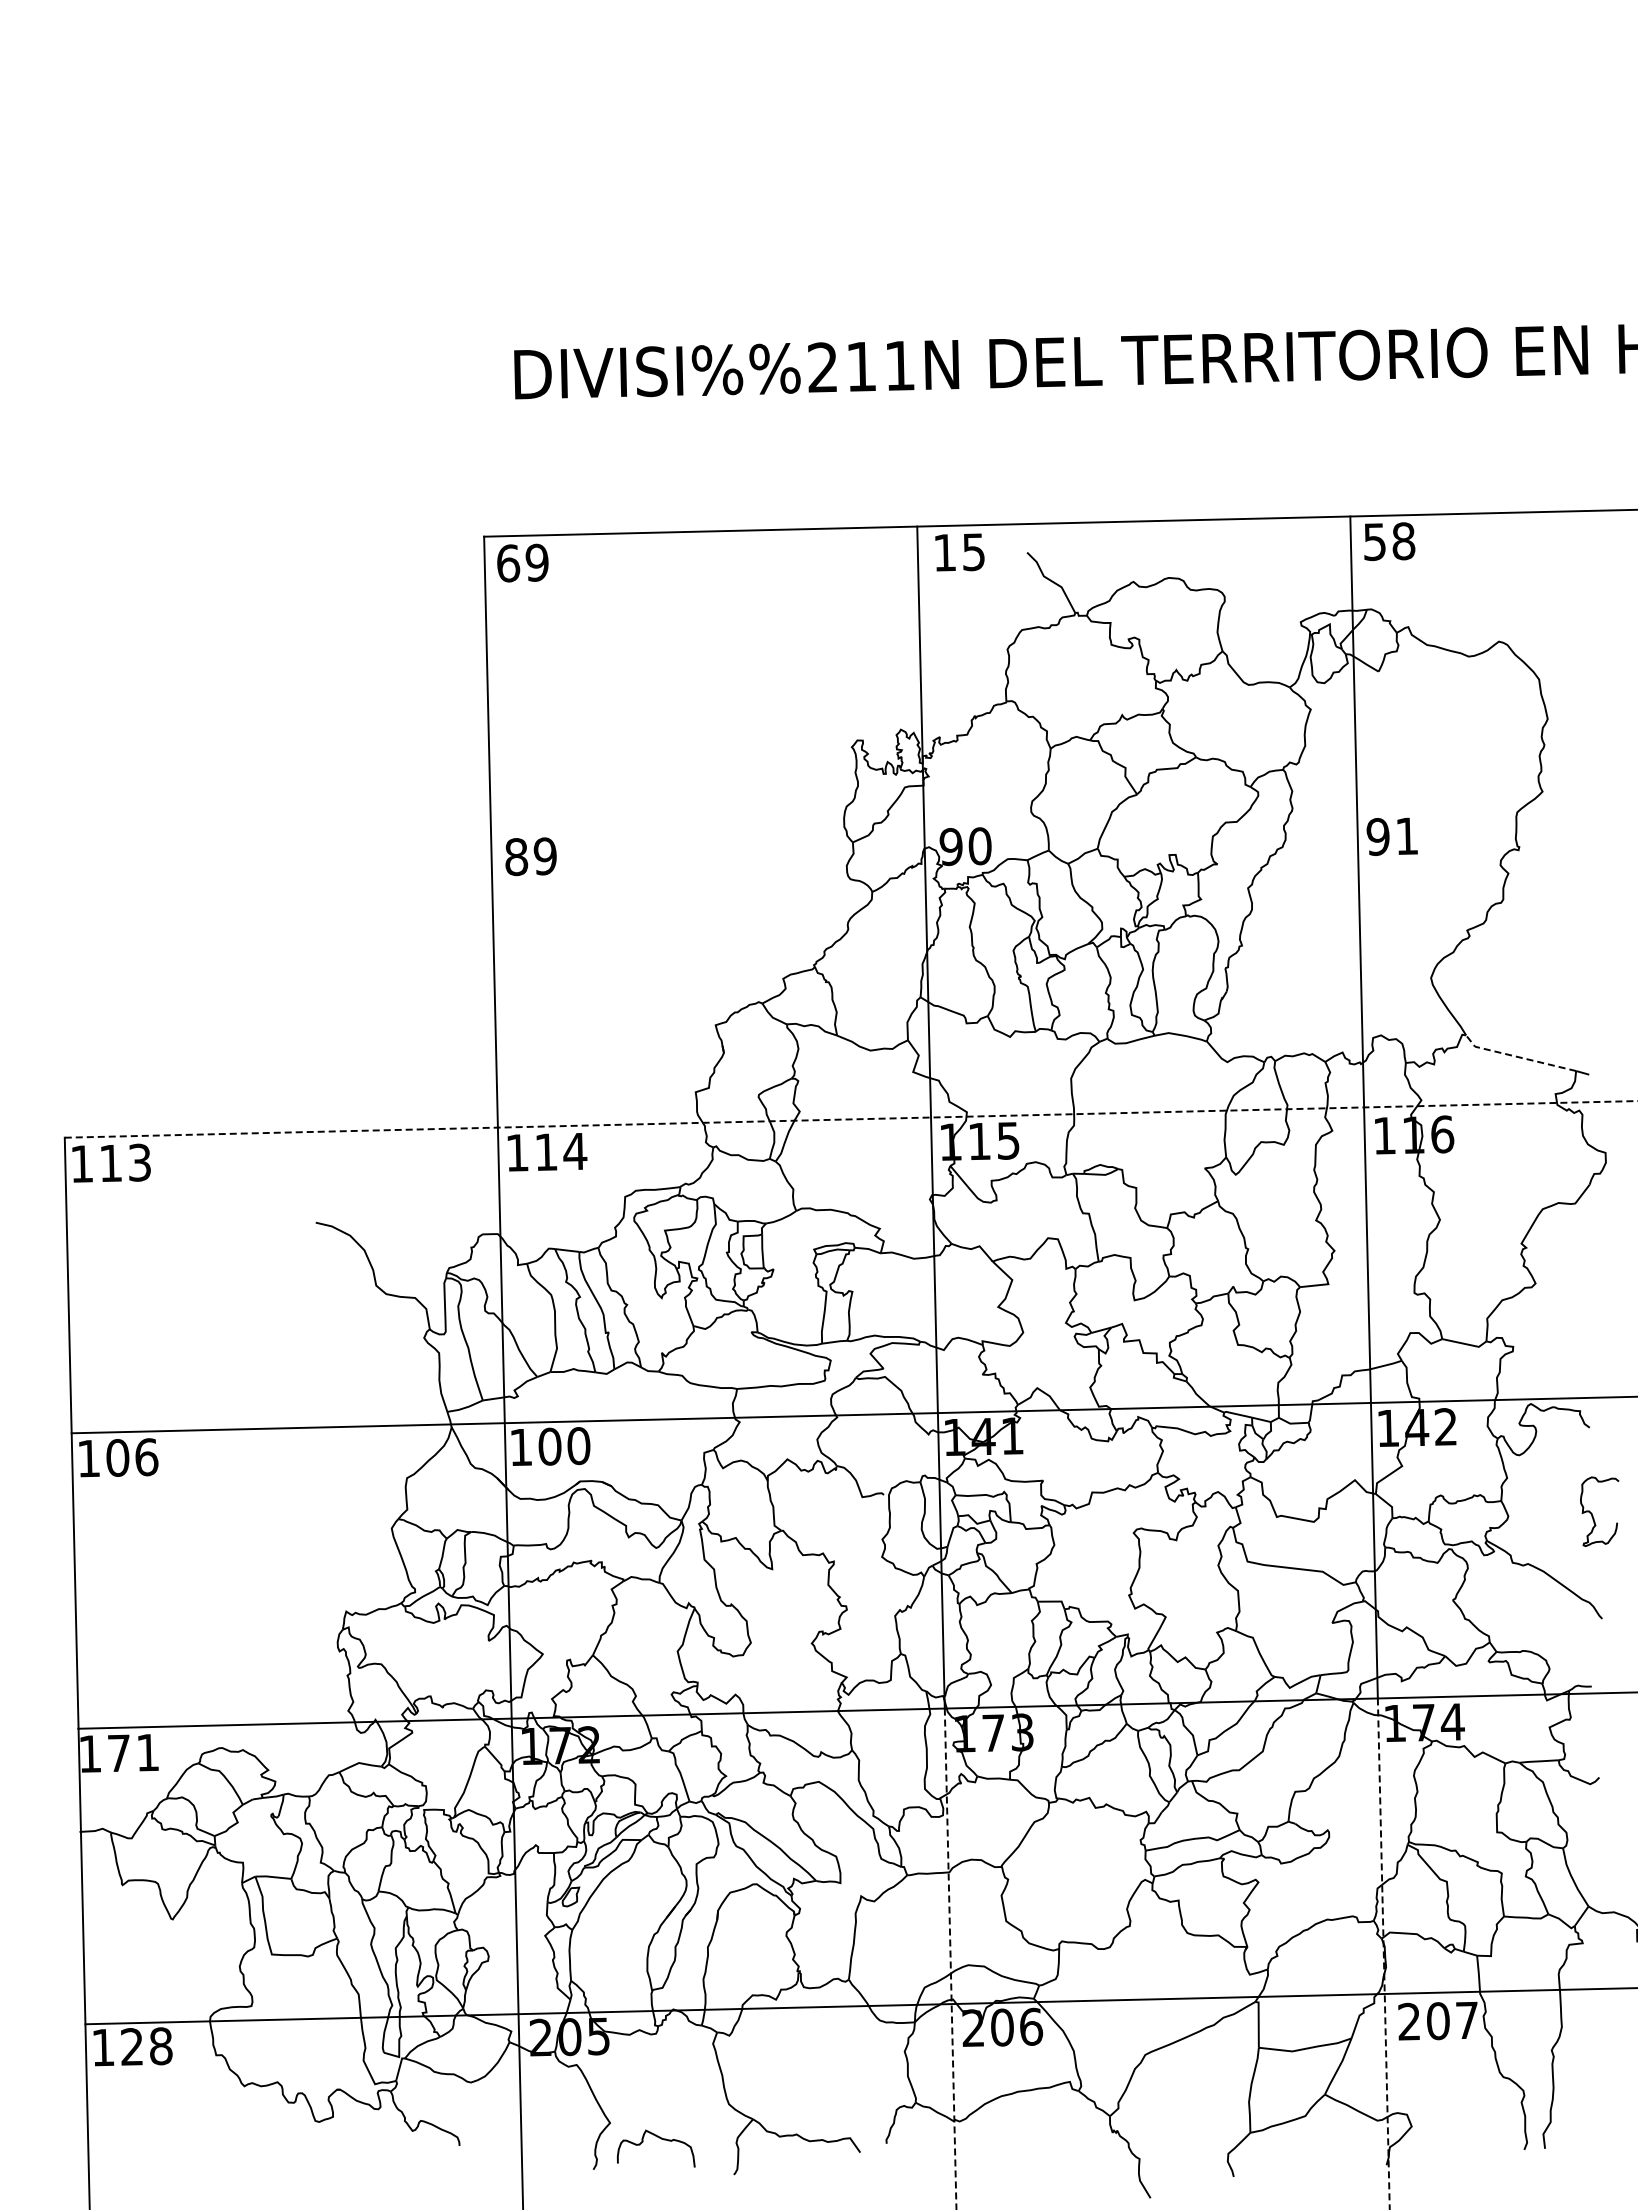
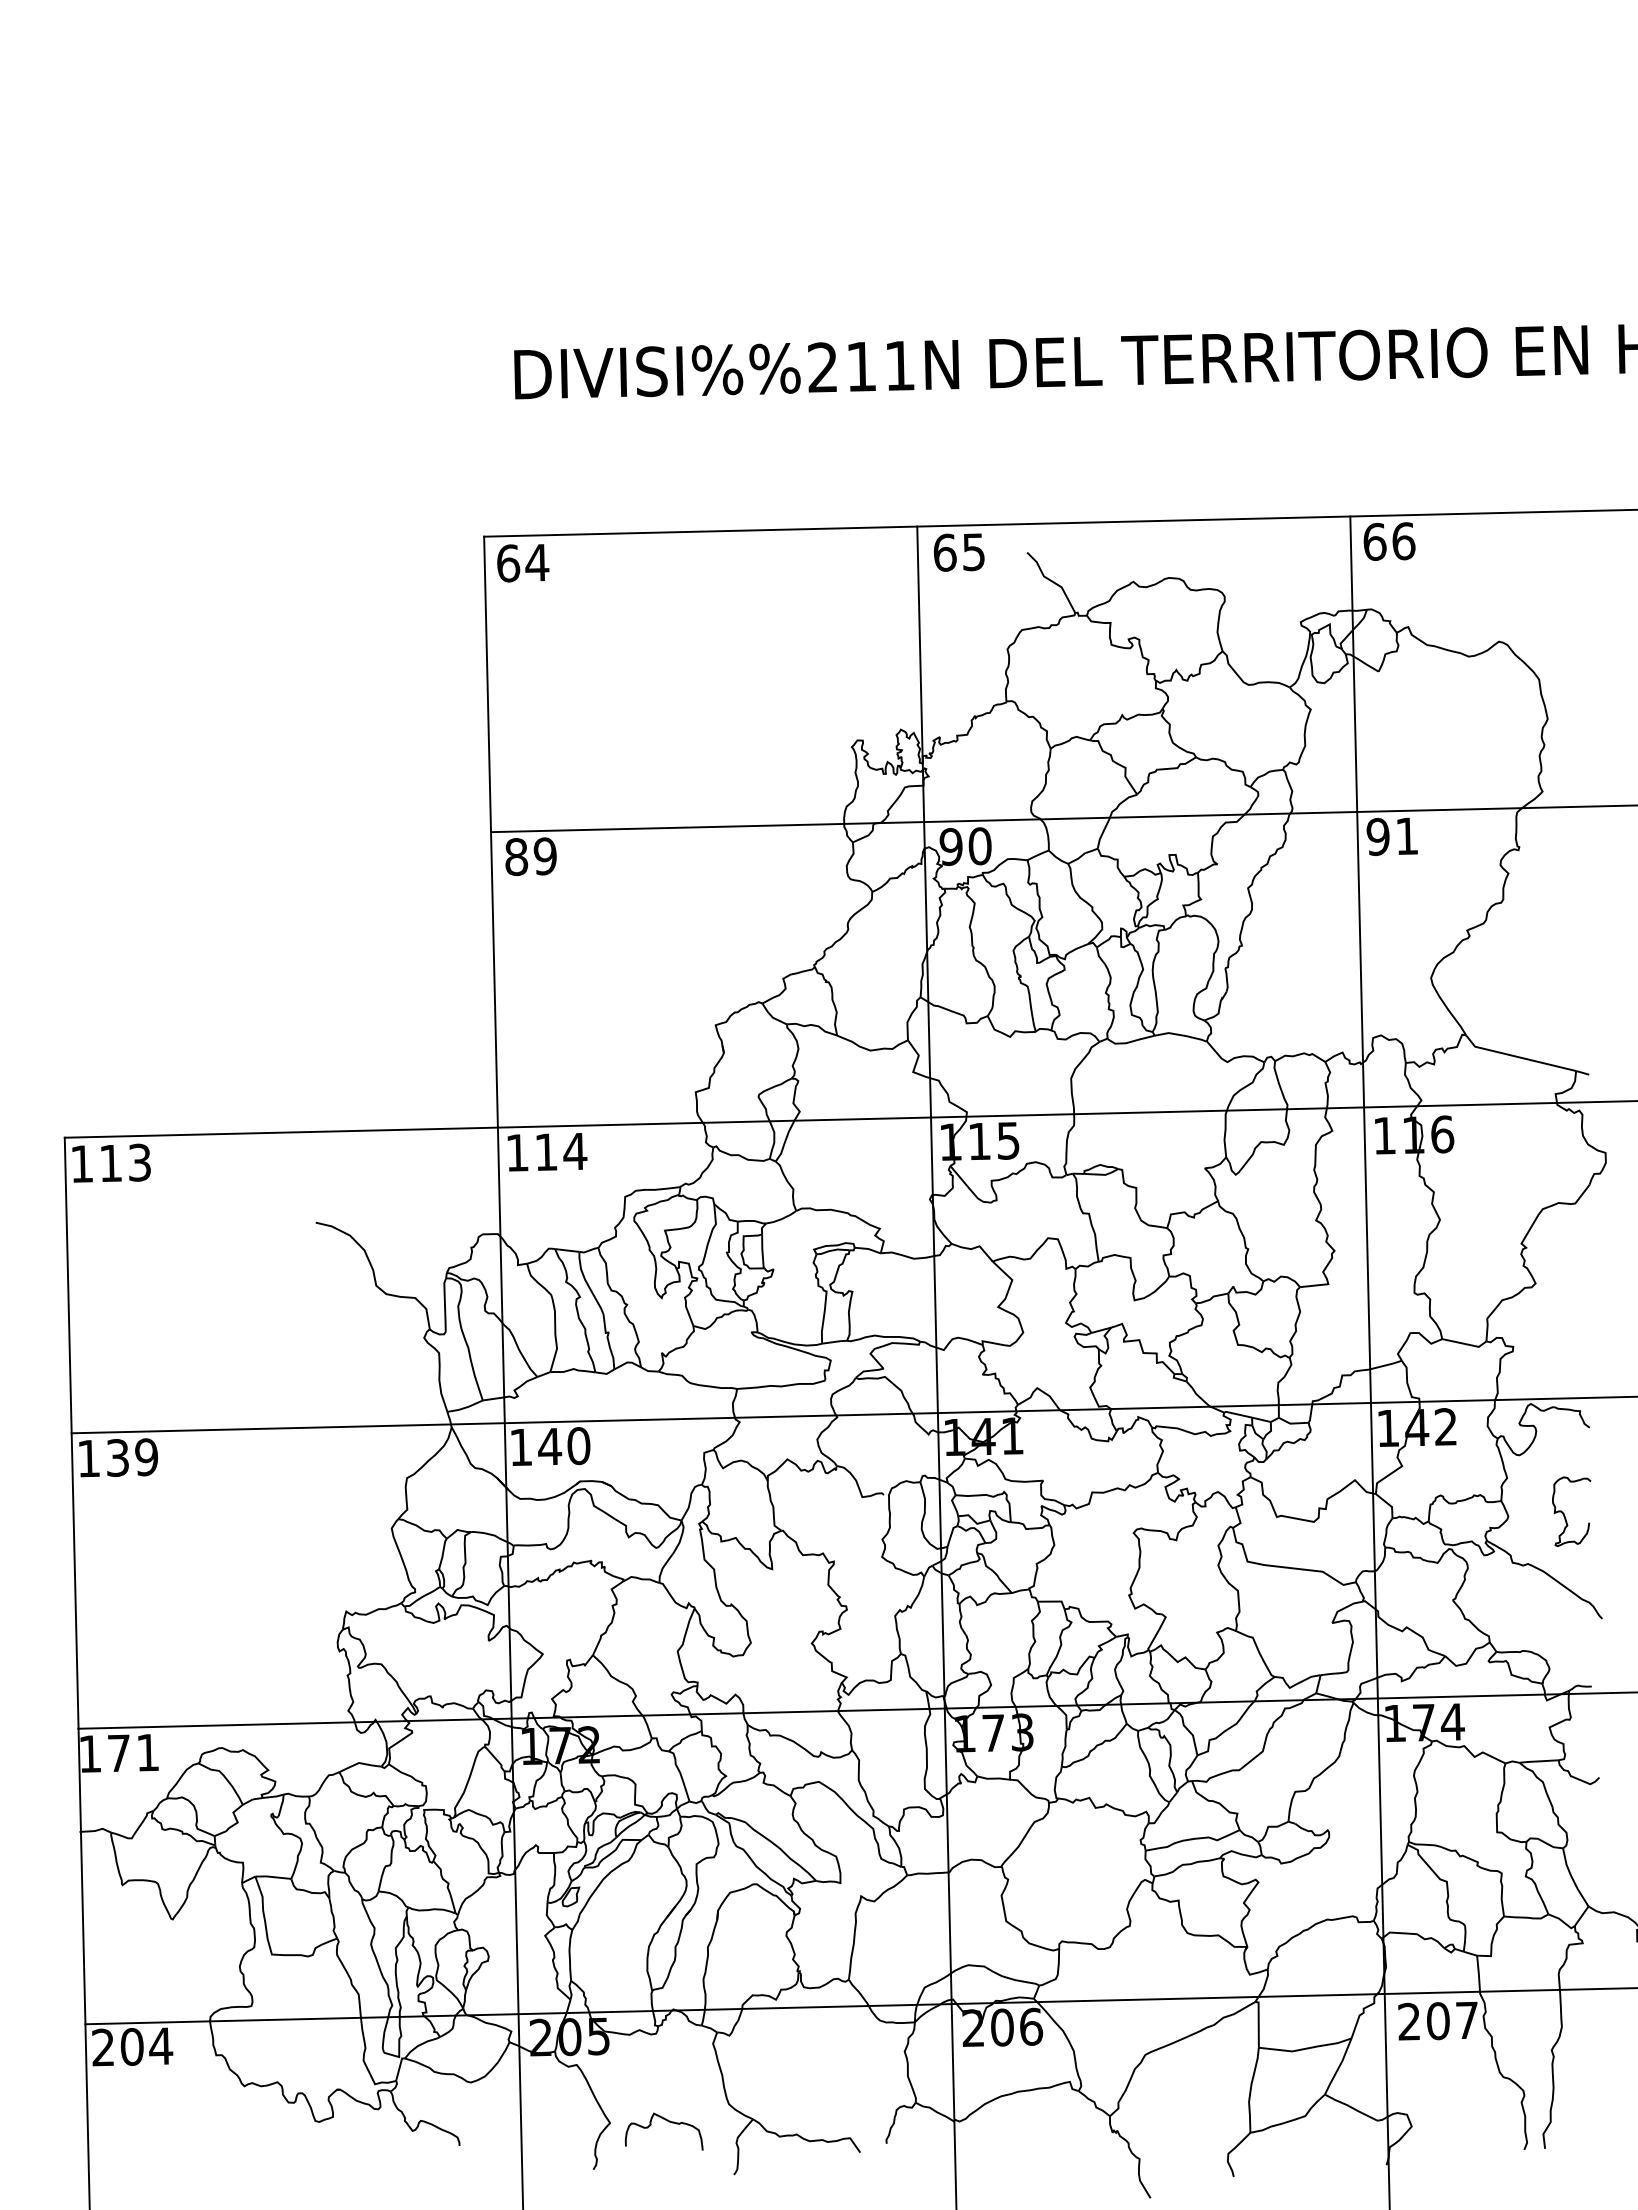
text at (1389, 541): 58 -> 66
text at (944, 552): 15 -> 65
text at (537, 562): 69 -> 64
line at (1062, 818): none -> present
line at (1517, 1056): dashed -> solid
line at (851, 1119): dashed -> solid
text at (550, 1446): 100 -> 140
text at (132, 1457): 106 -> 139
curve at (1593, 1515) position: (1593, 1515) -> (1565, 1515)
line at (1383, 1954): dashed -> solid
line at (950, 1959): dashed -> solid
text at (132, 2046): 128 -> 204
curve at (661, 2139) position: (661, 2139) -> (669, 2122)
